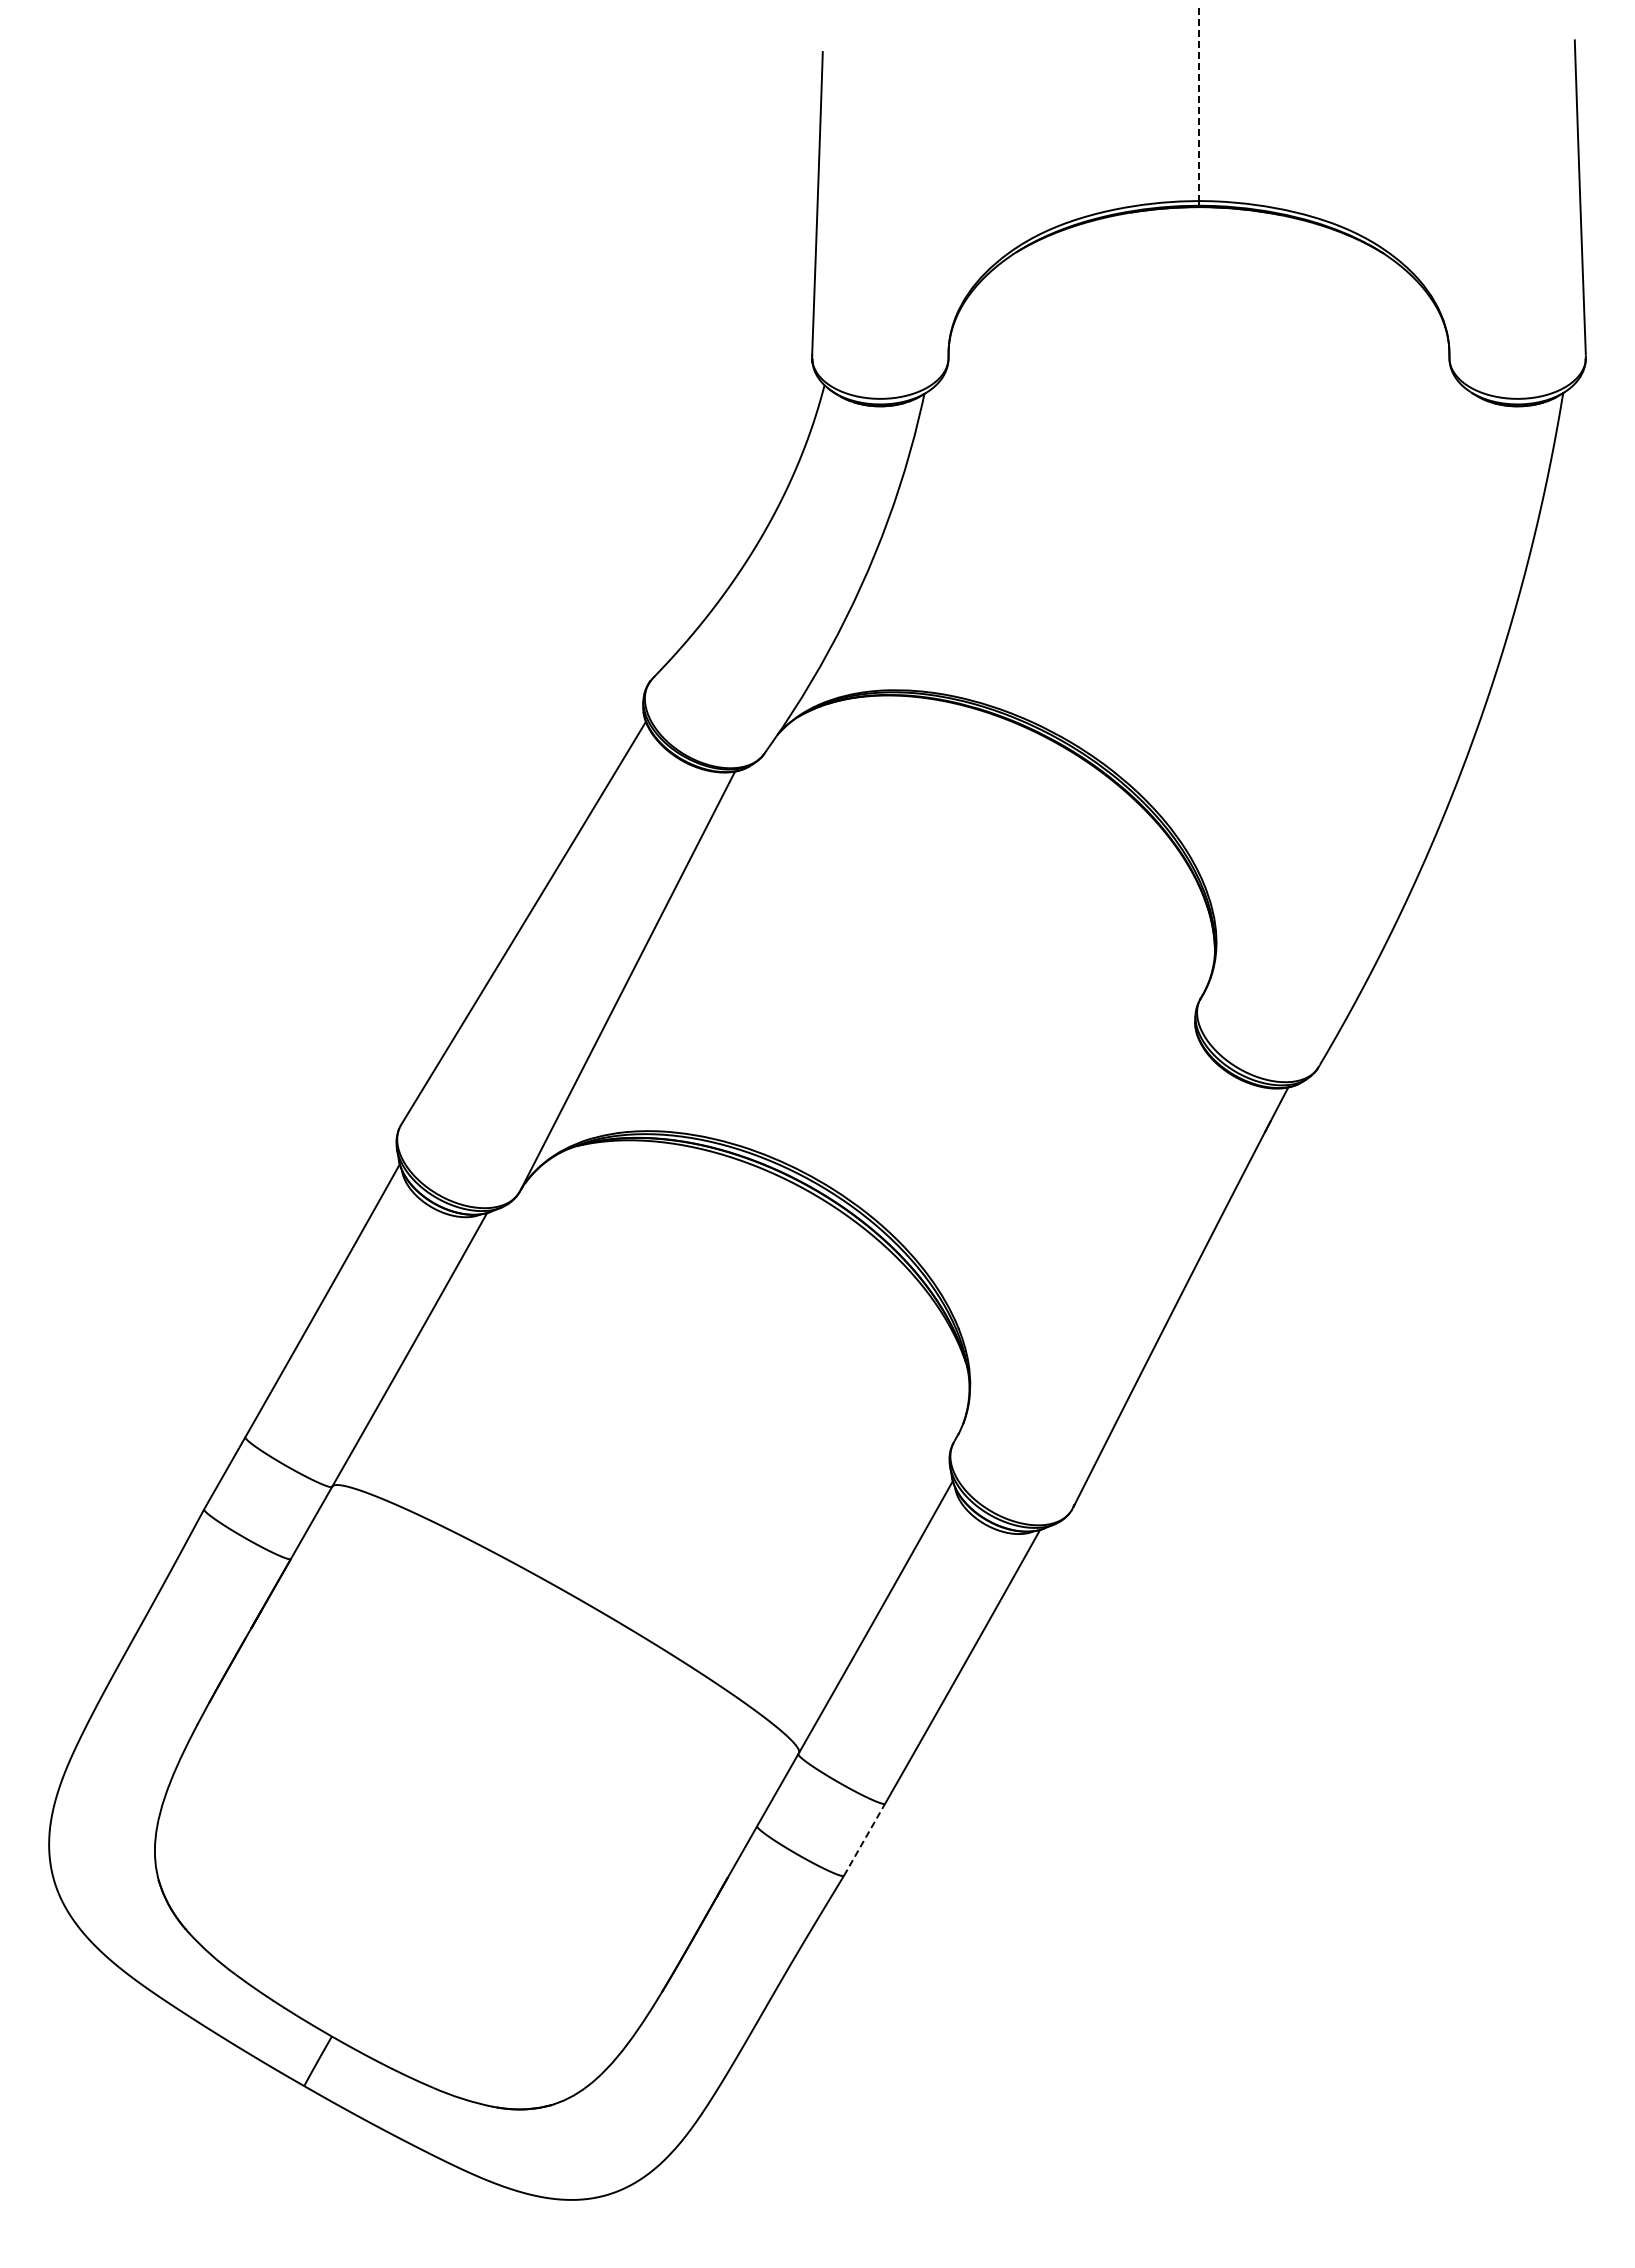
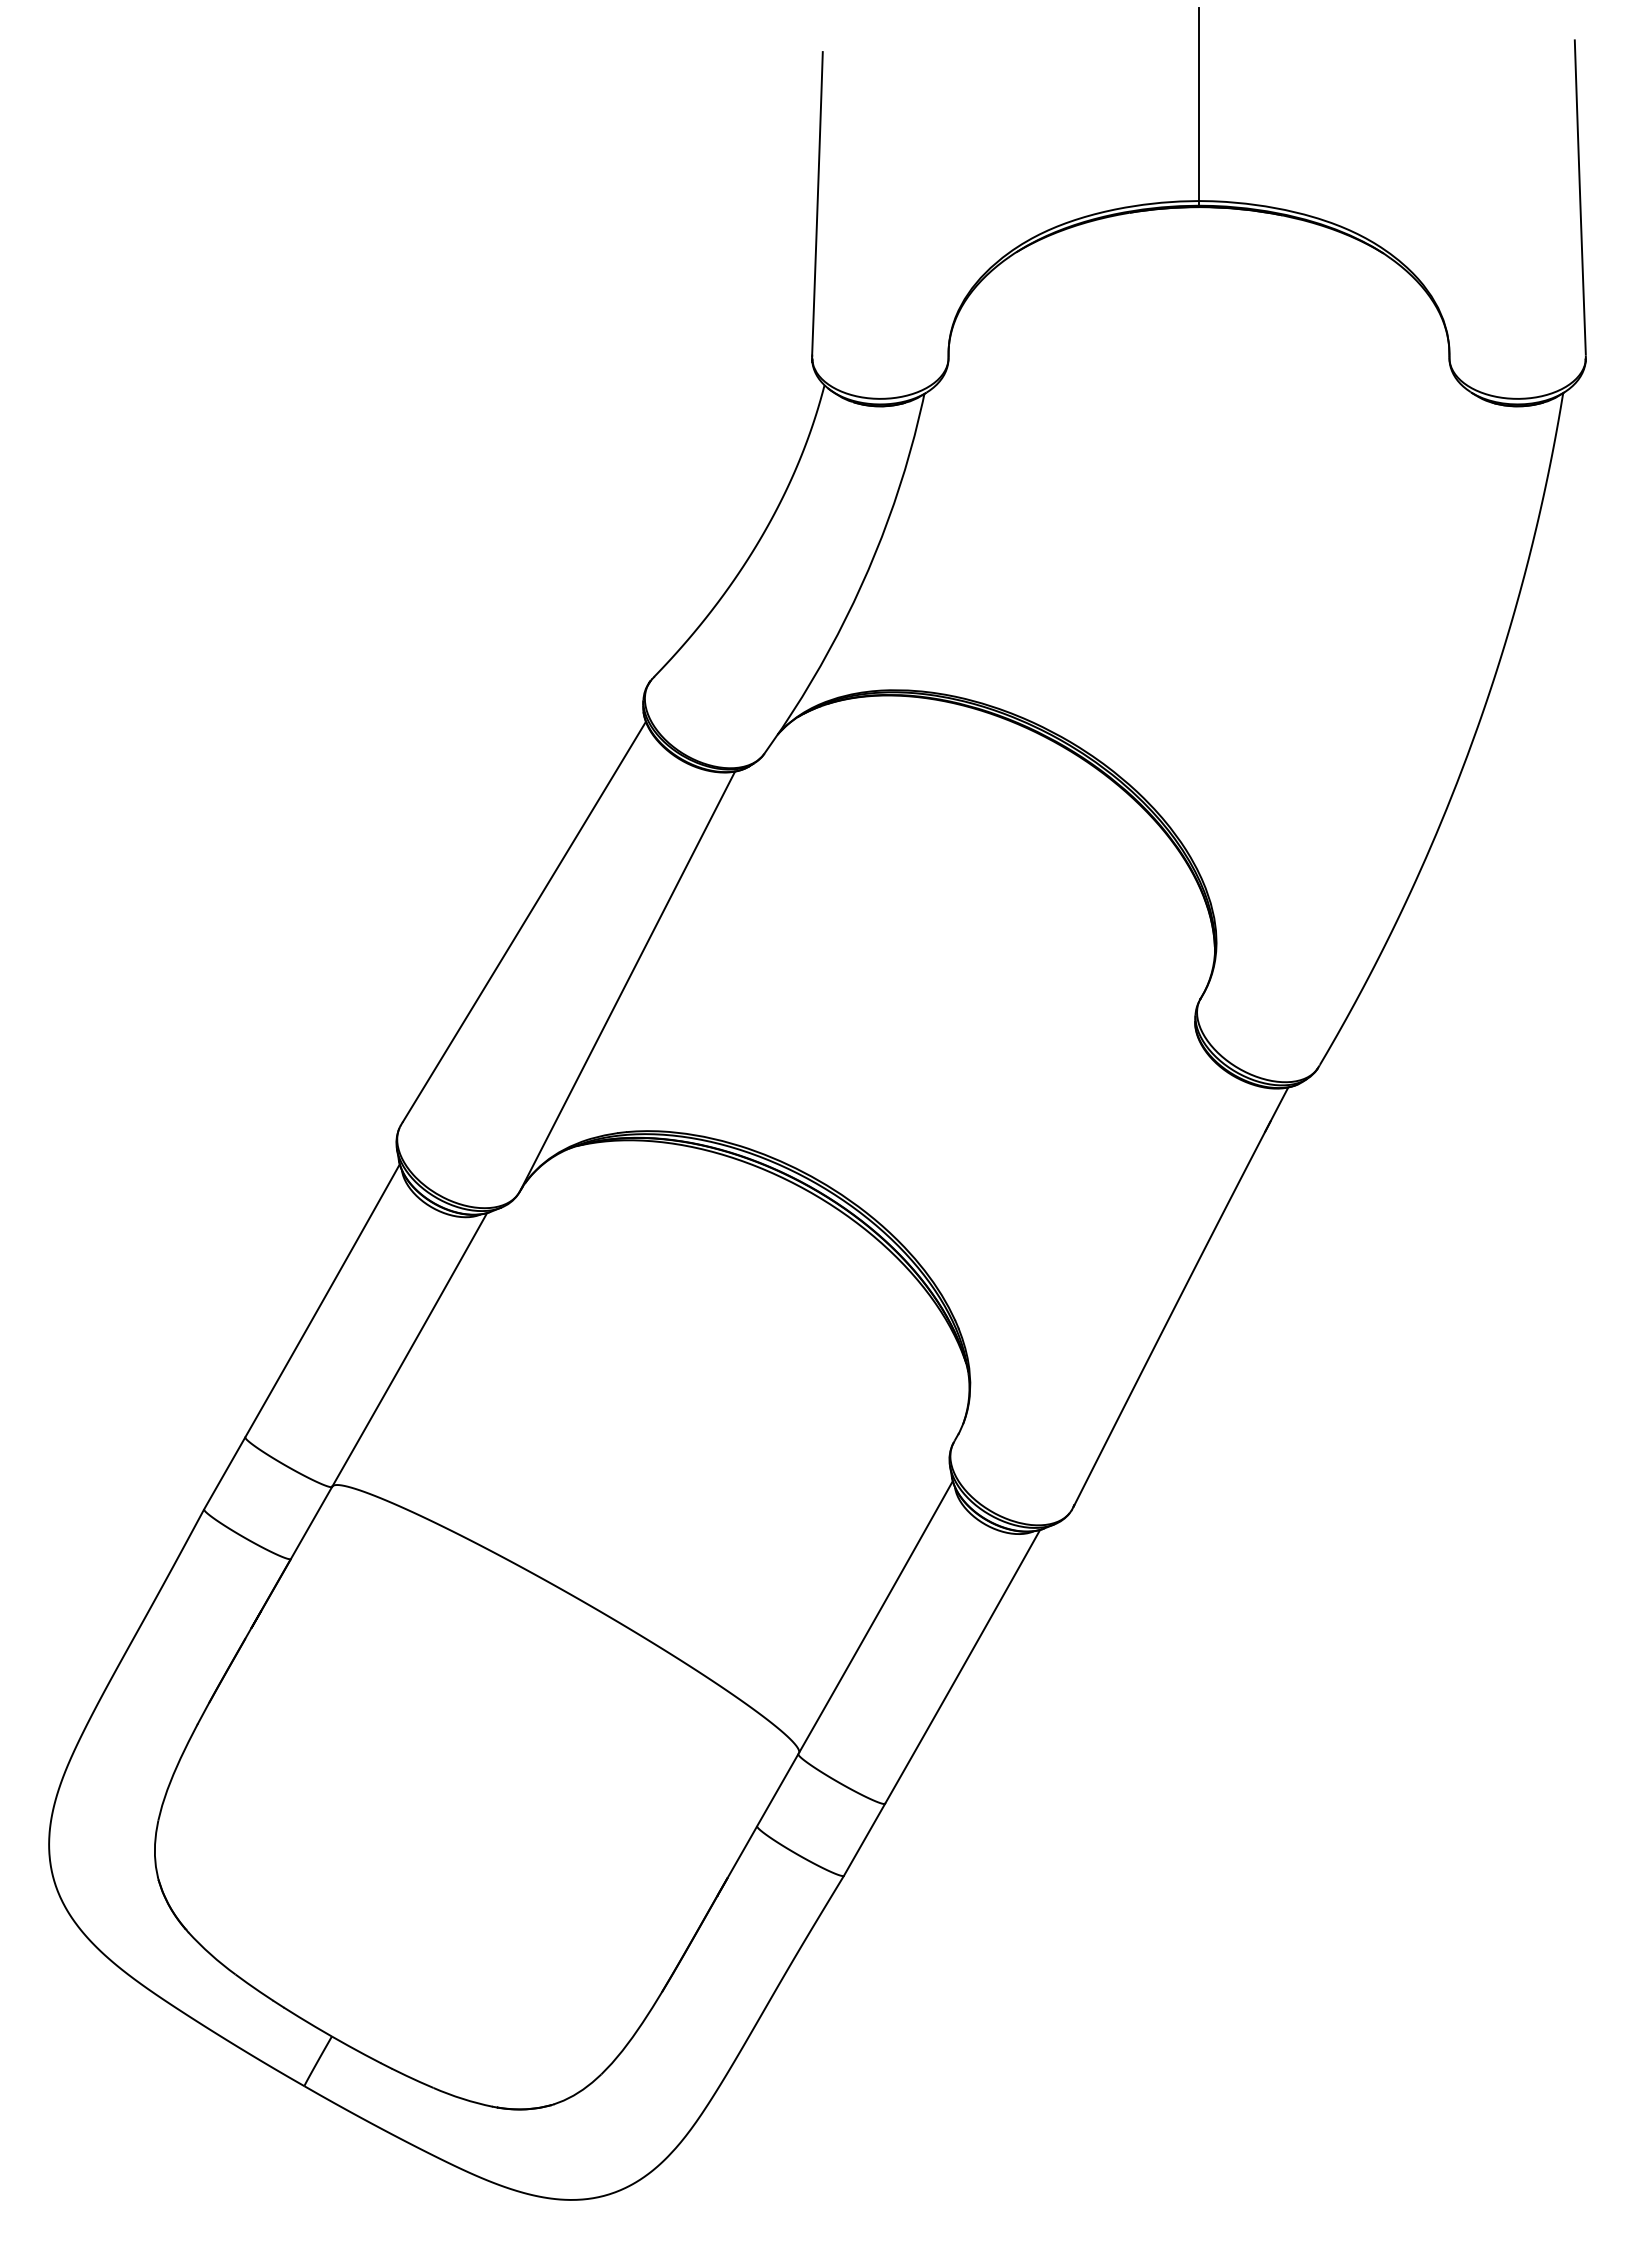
line at (1199, 105): dashed -> solid
line at (864, 1839): dashed -> solid
